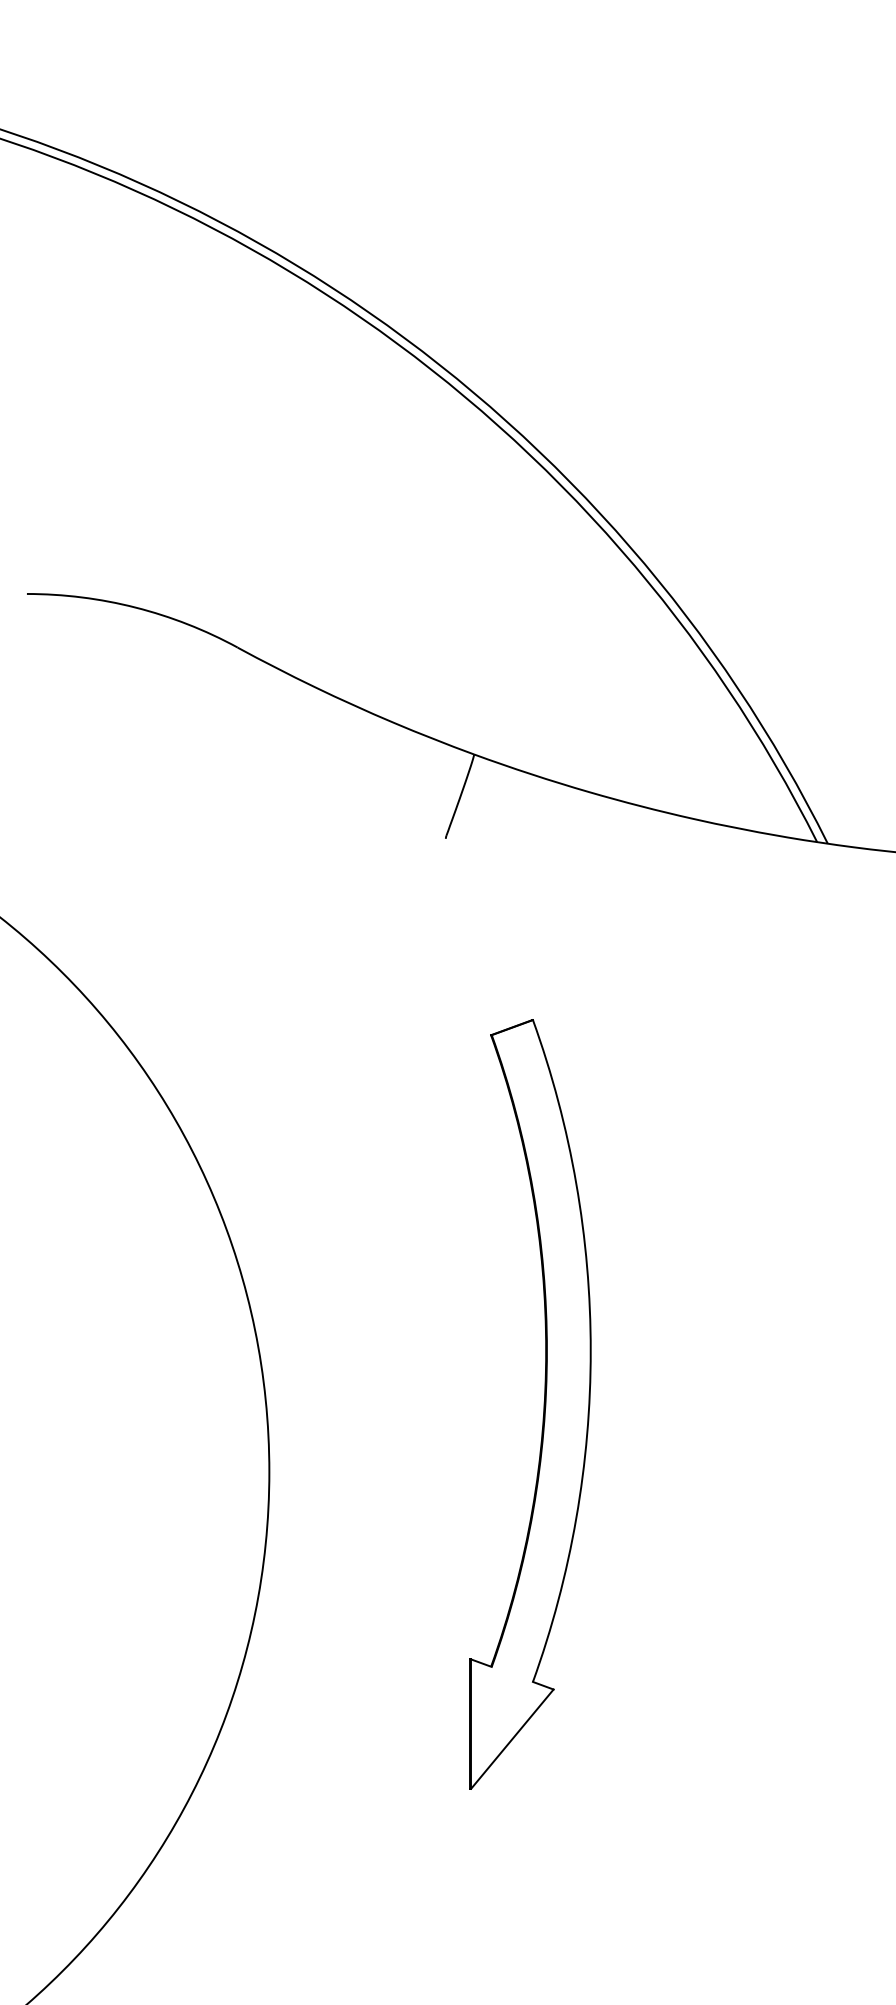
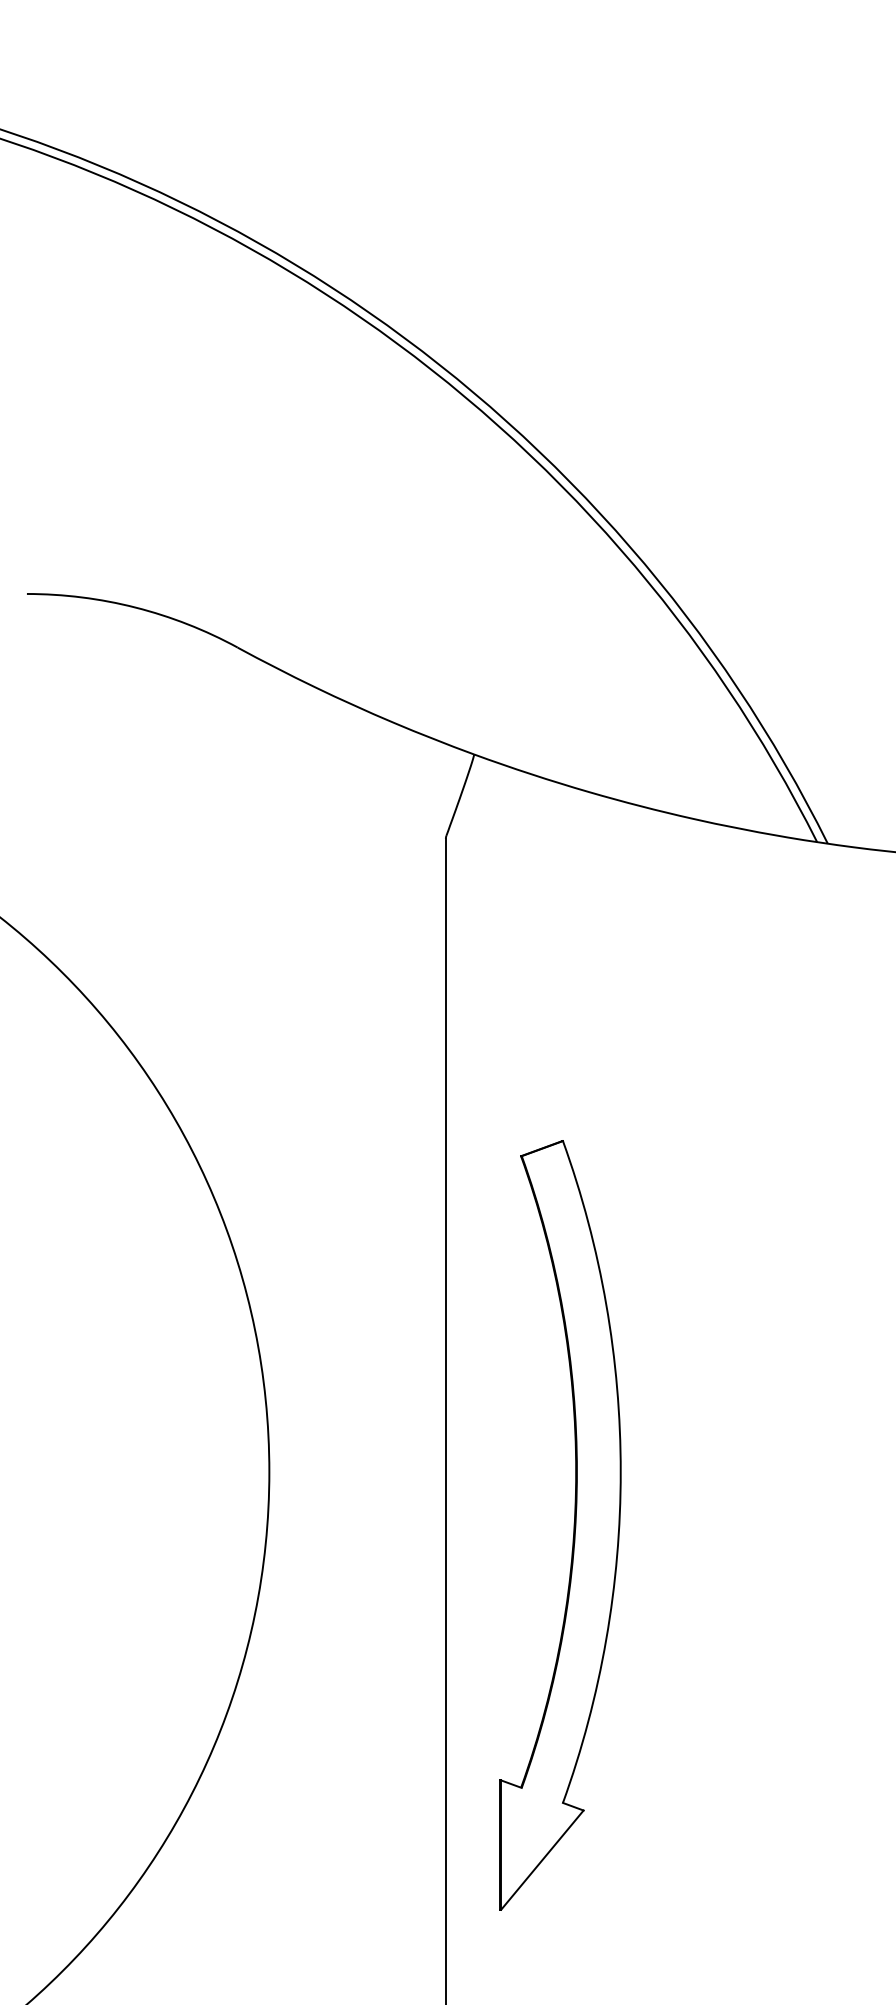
part at (543, 1404) position: (543, 1404) -> (573, 1525)
line at (445, 1419): none -> present
